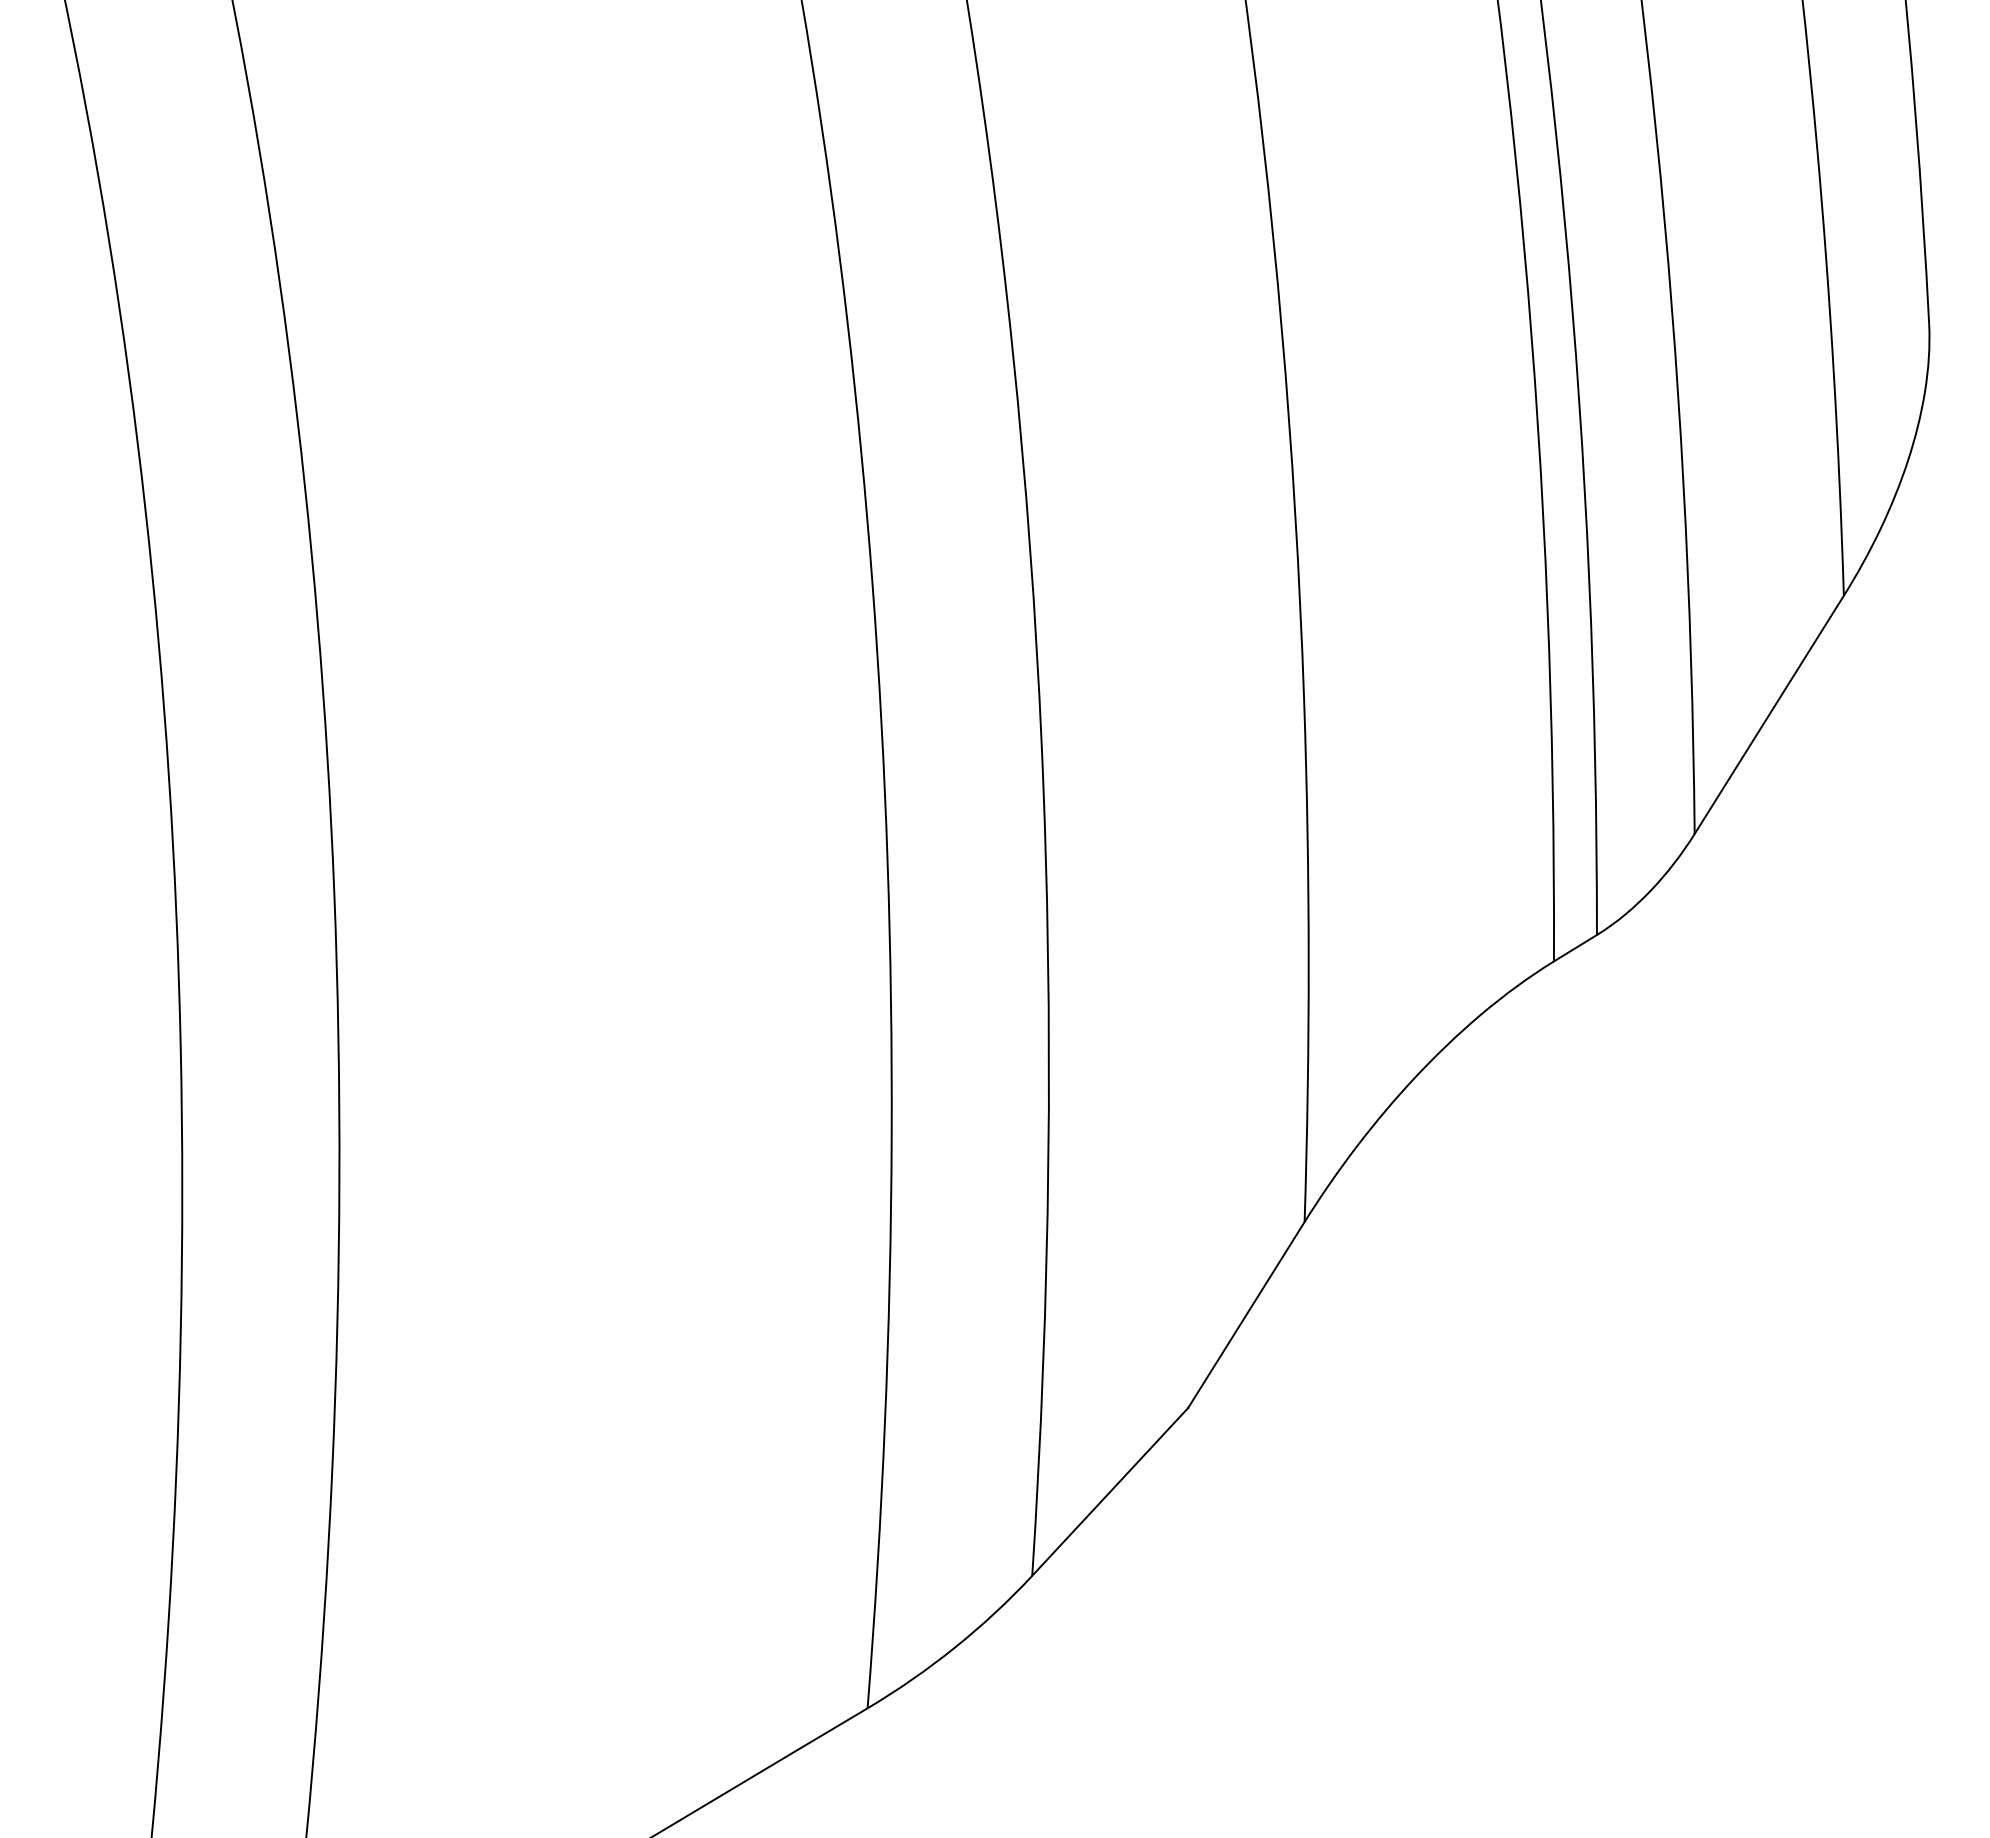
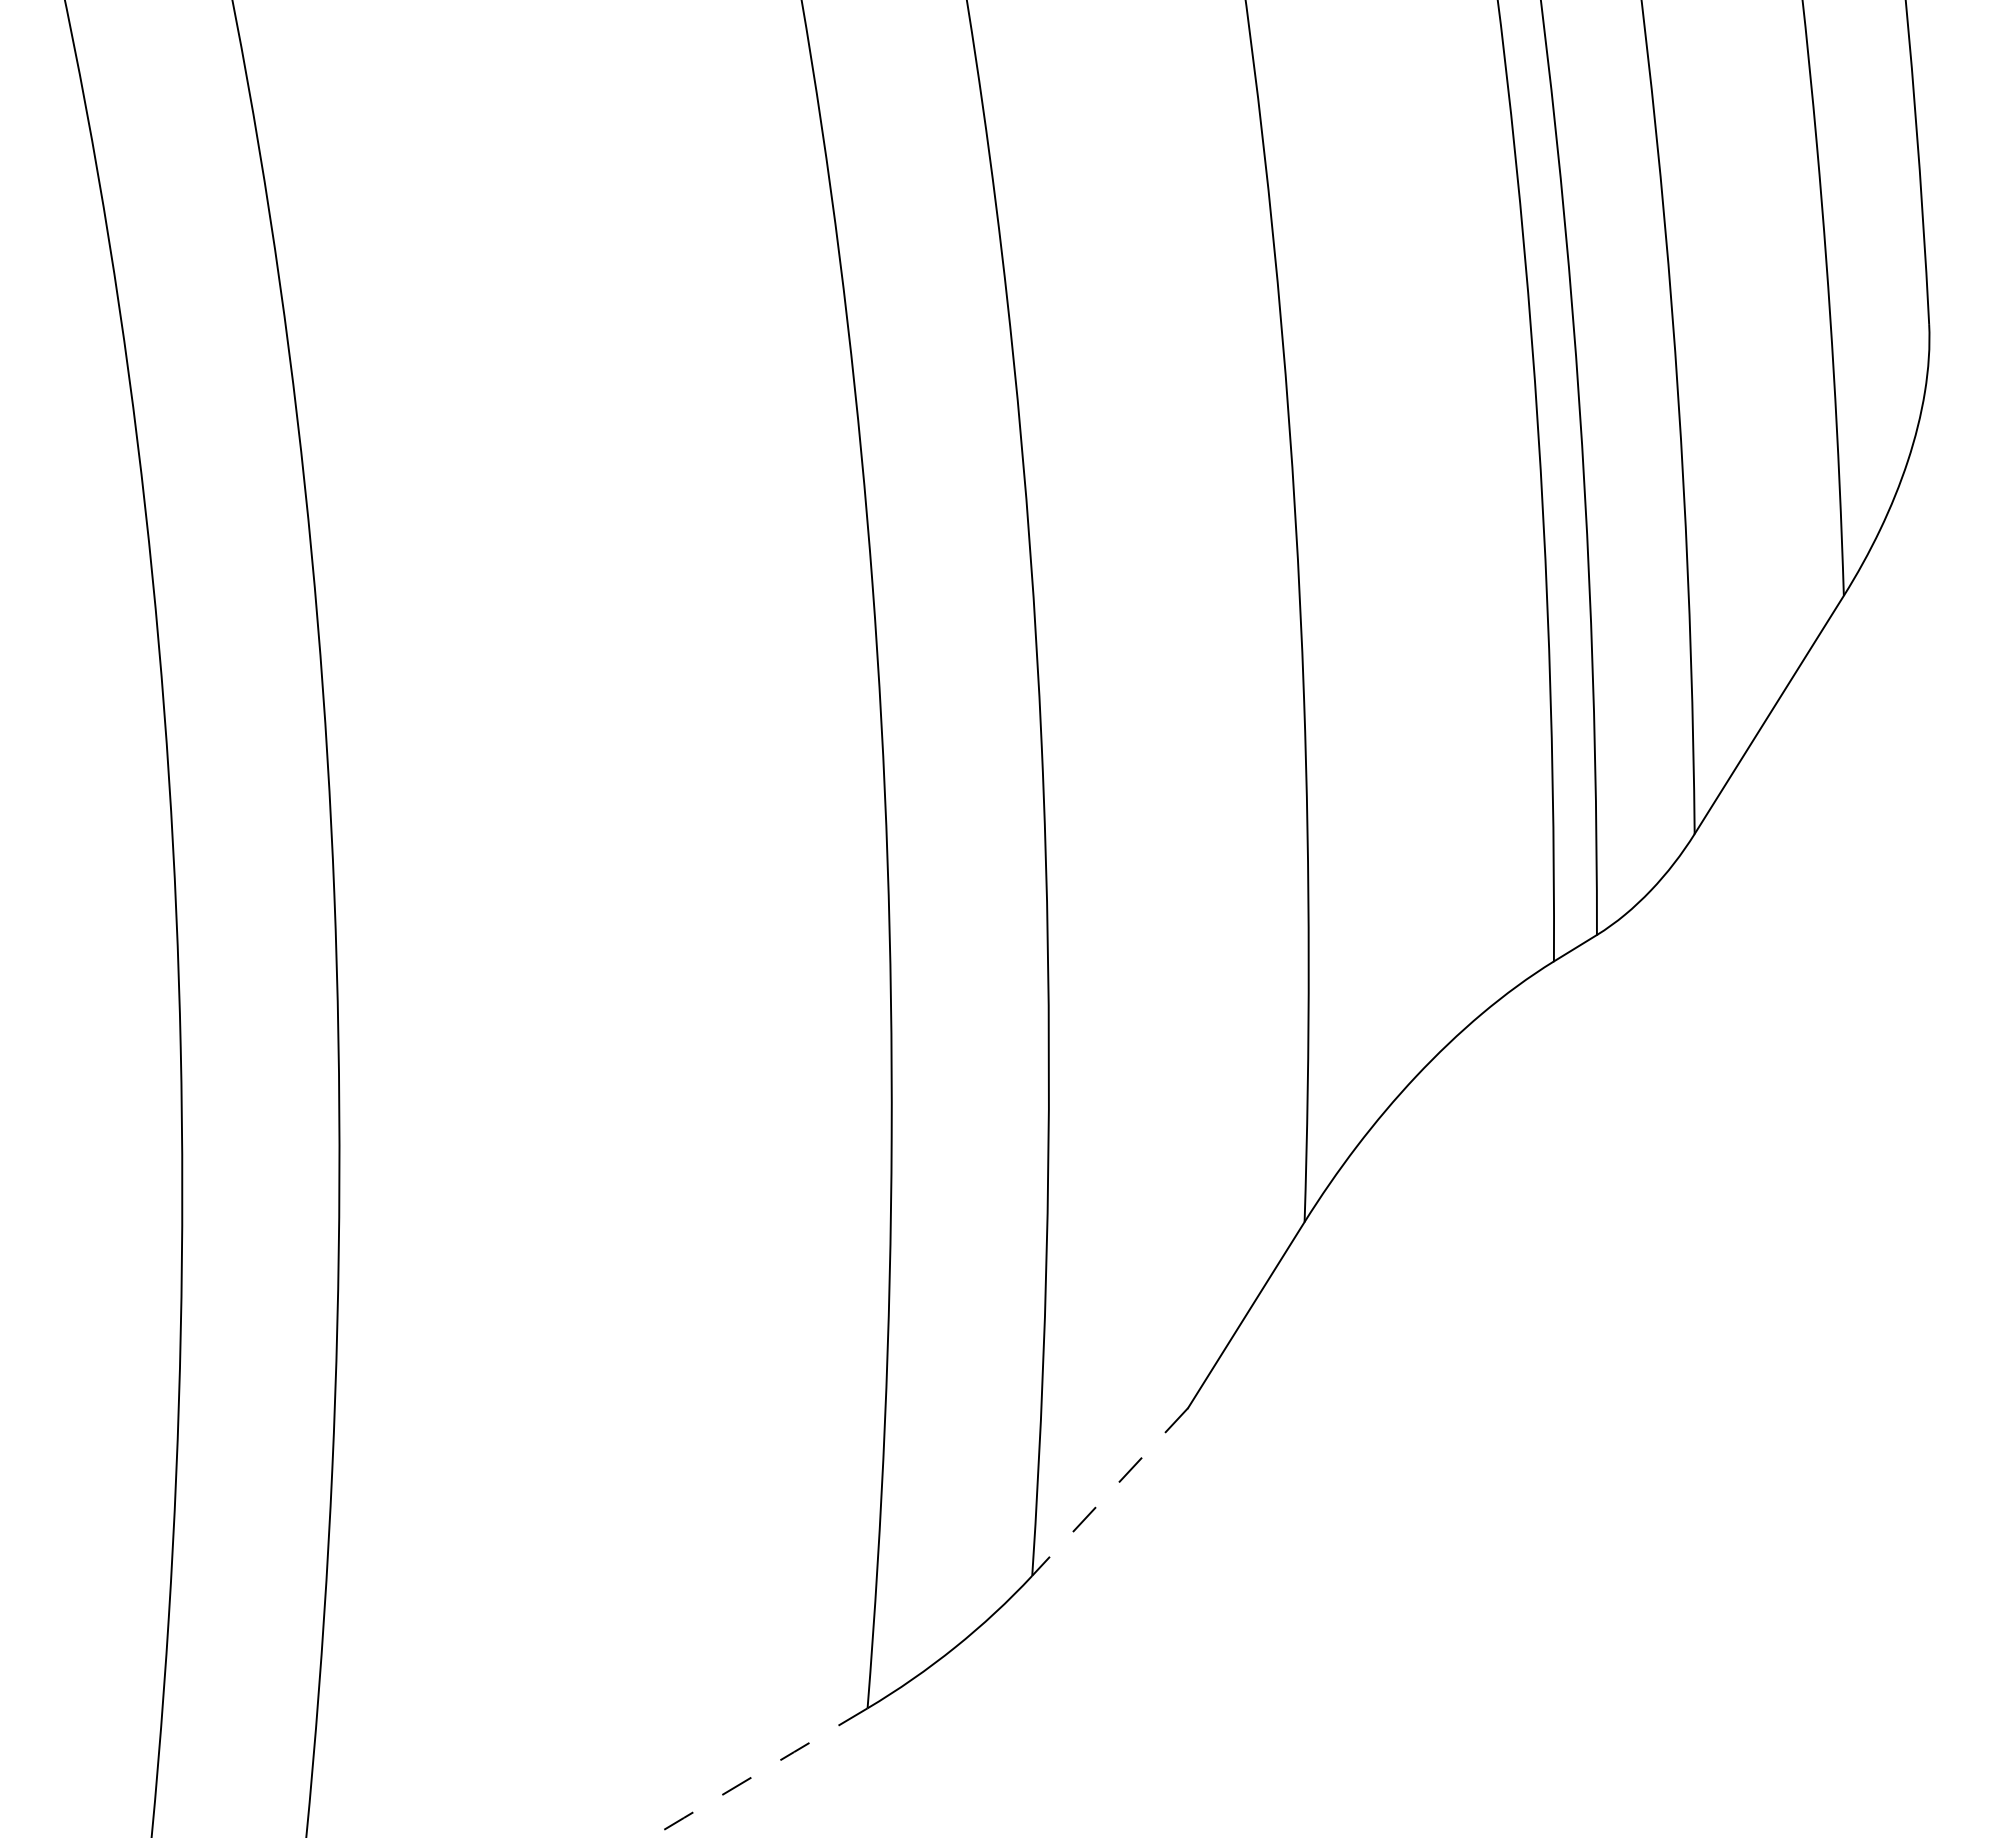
line at (1109, 1492): solid -> dashed
arc at (758, 1773): solid -> dashed
